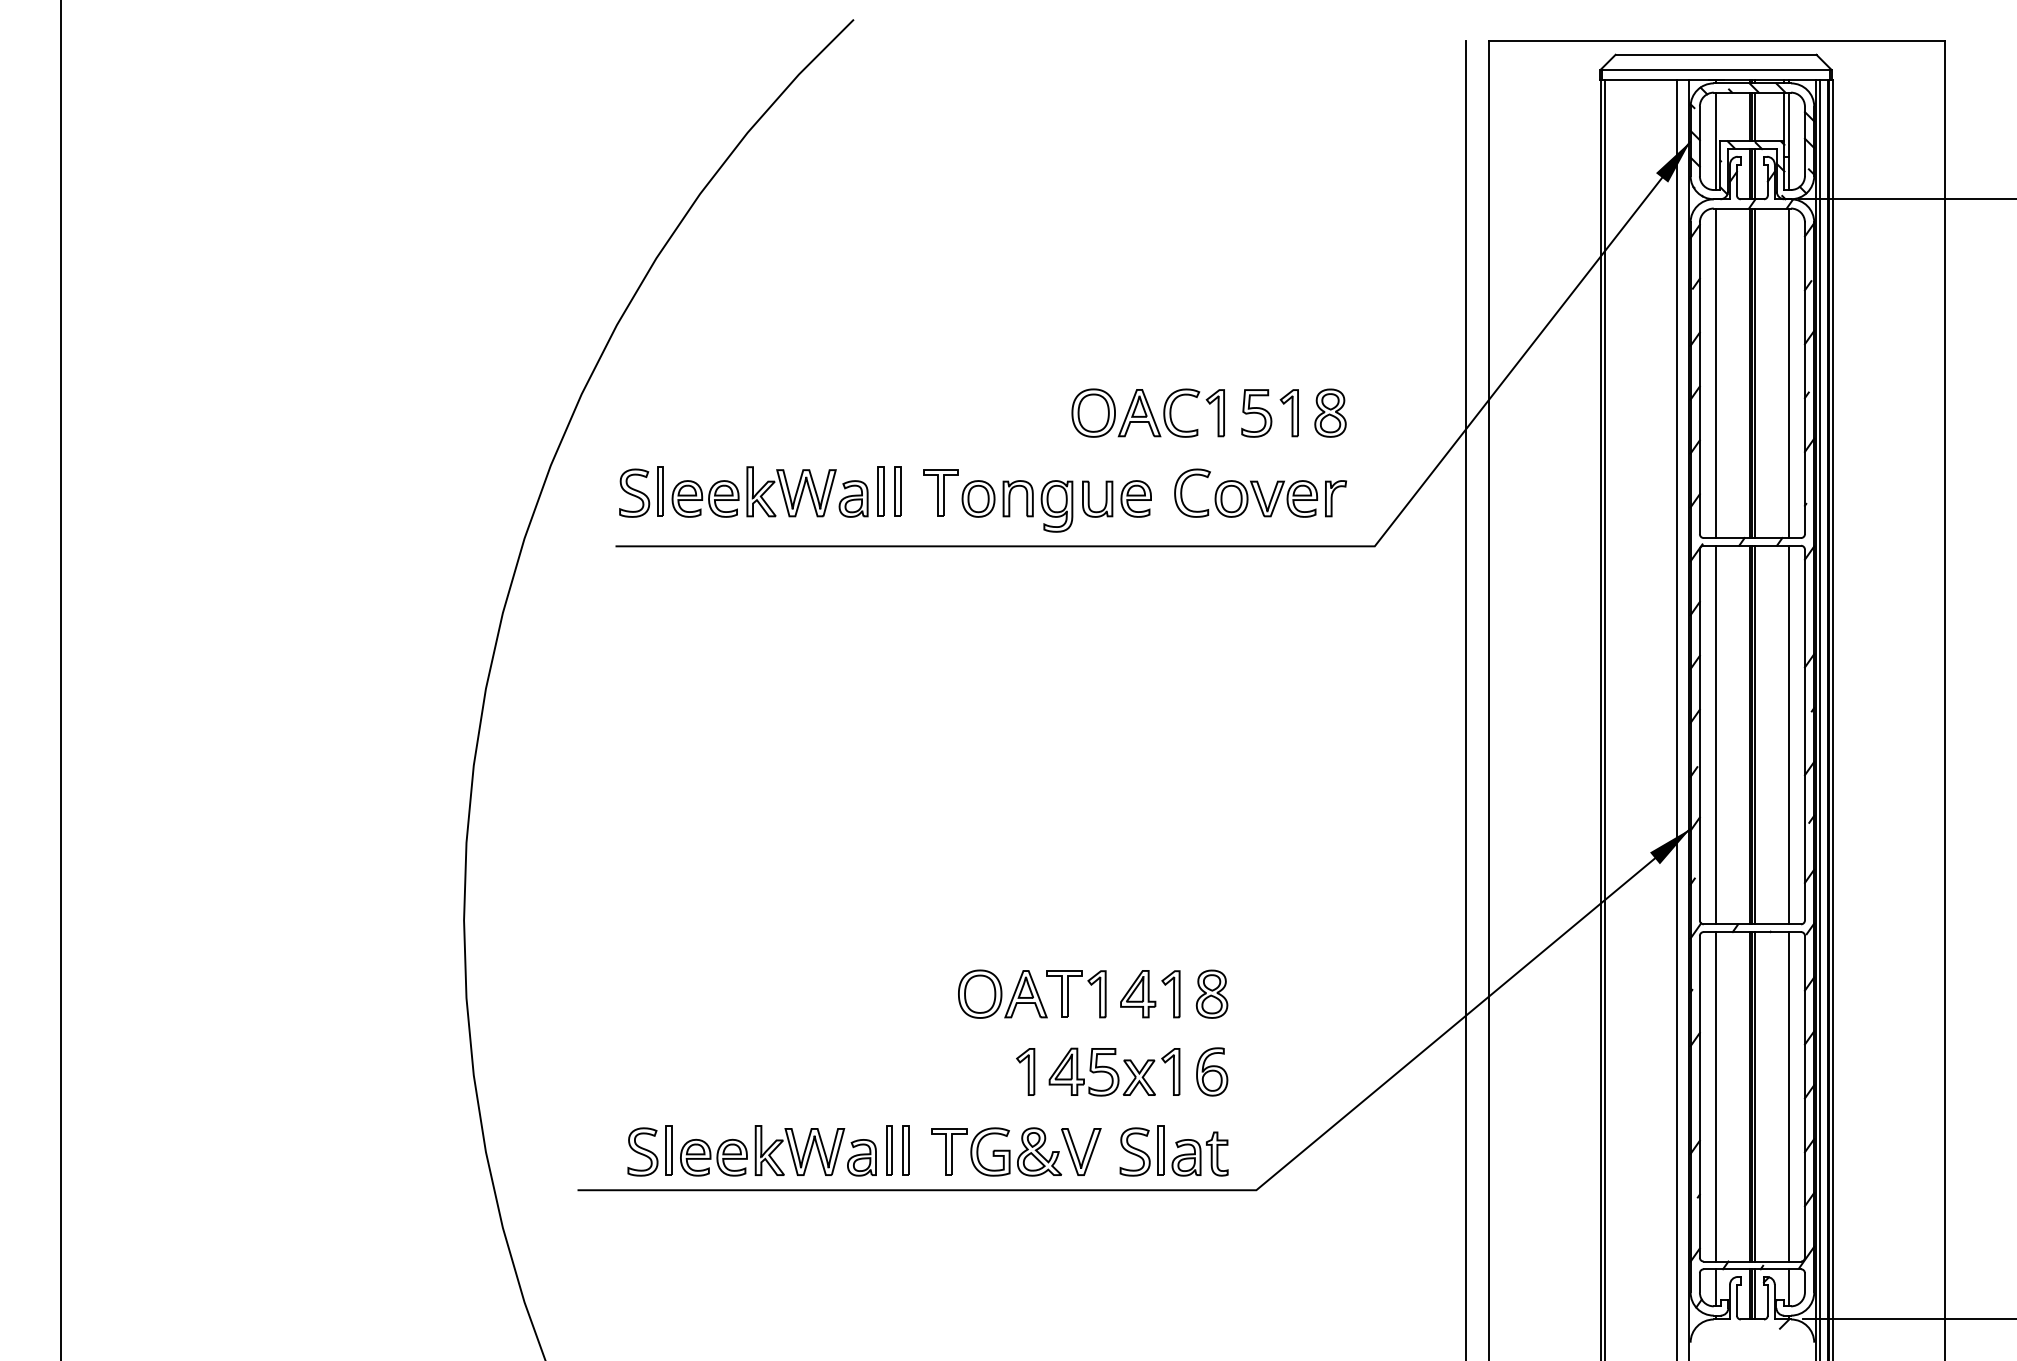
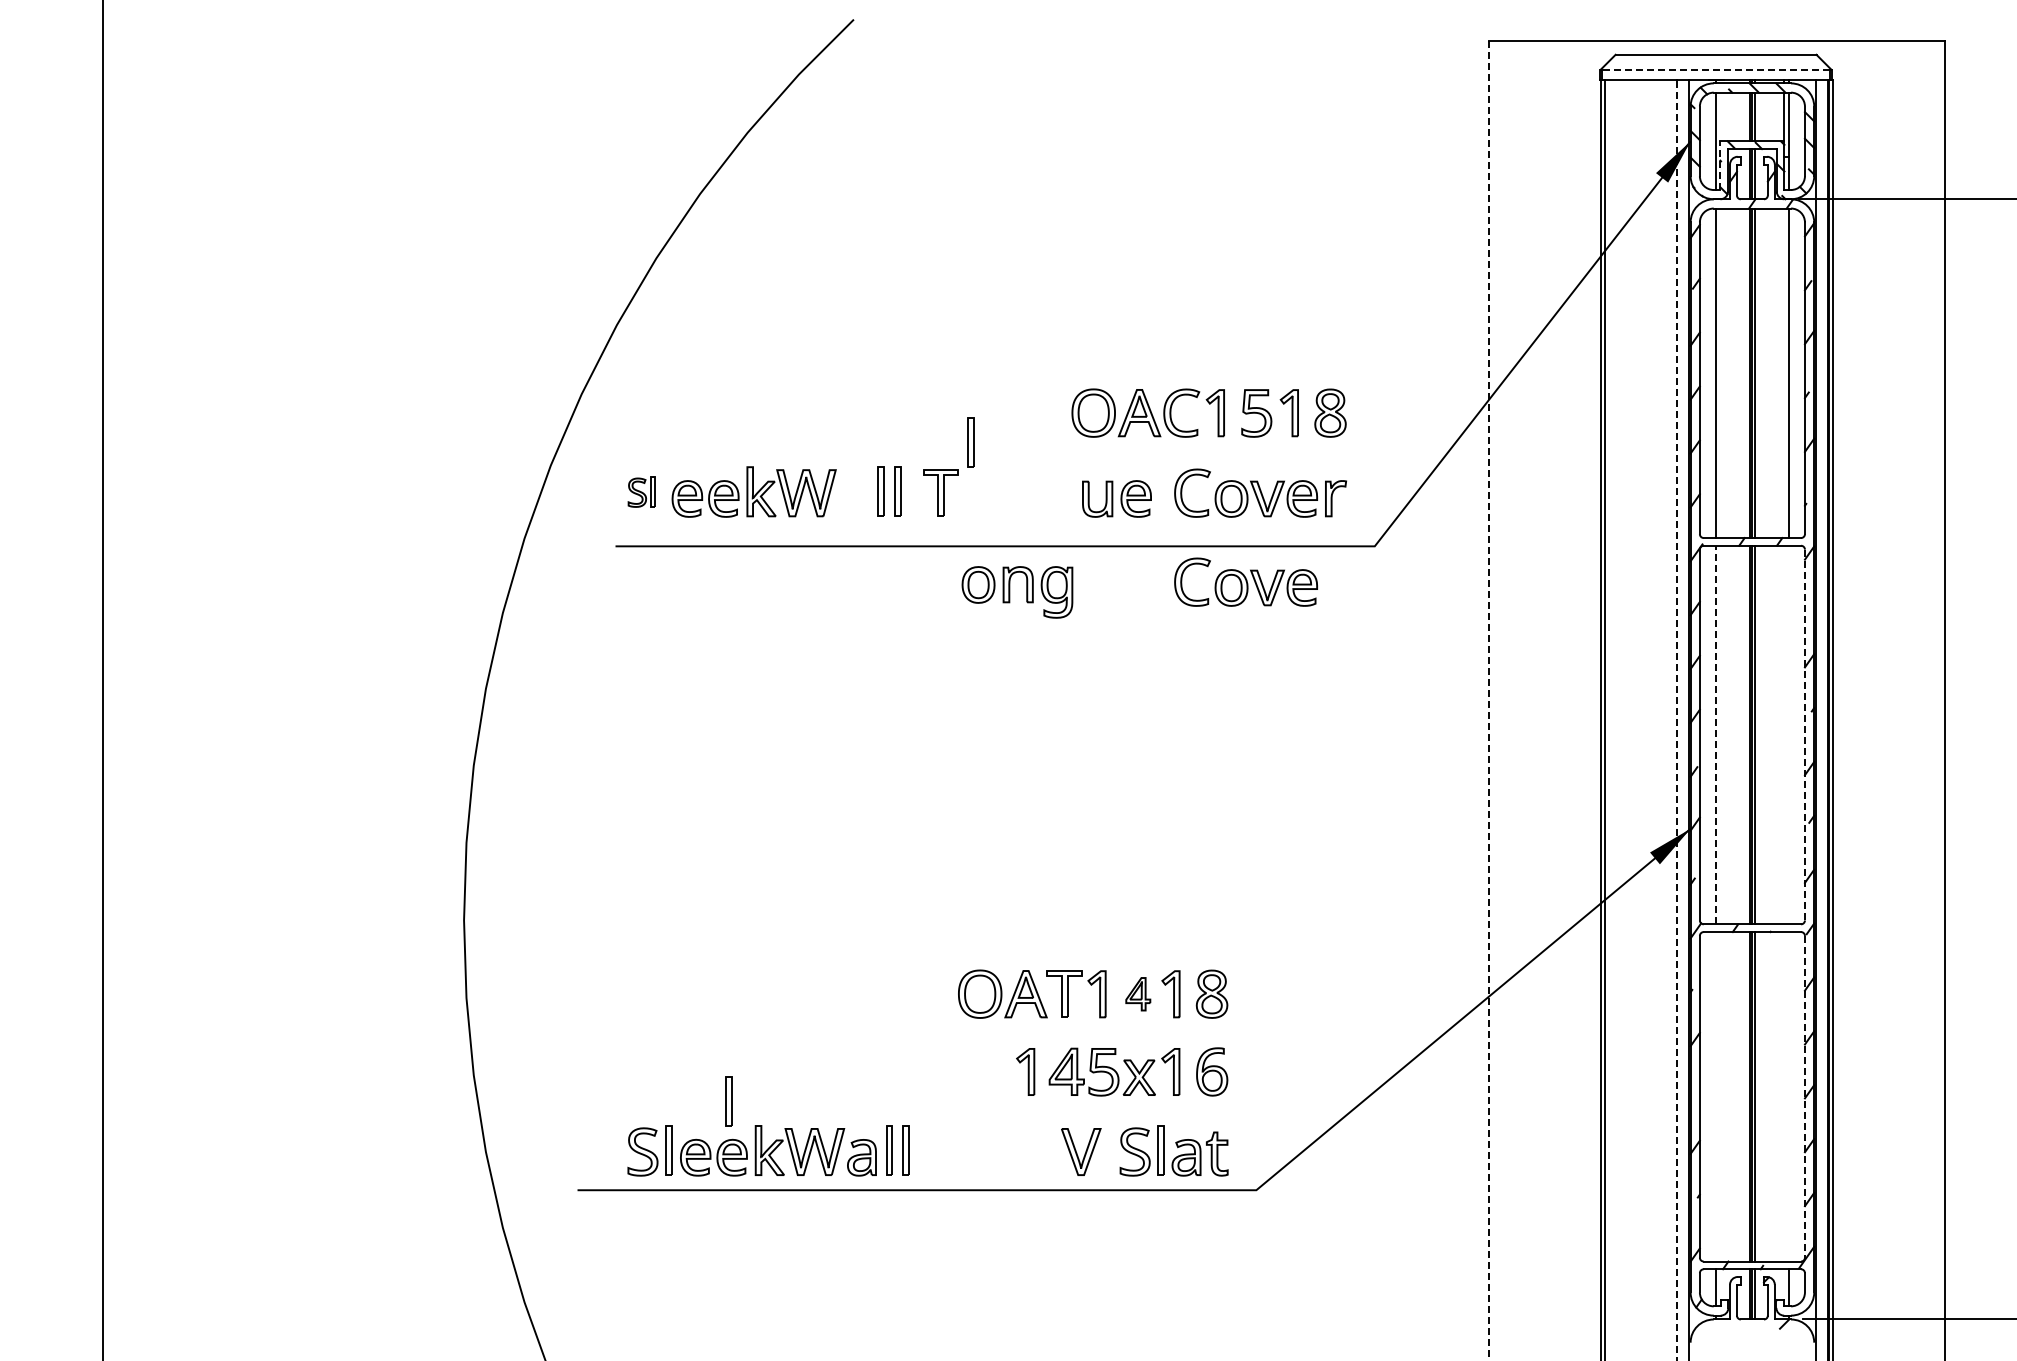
line at (1716, 70): solid -> dashed
line at (1720, 165): solid -> dashed
part at (970, 442): none -> present
part at (641, 491) size: 45x52 px -> 29x32 px
part at (853, 498): present -> none
part at (1010, 506) position: (1010, 506) -> (1010, 592)
part at (1245, 581): none -> present
line at (60, 679) position: (60, 679) -> (102, 679)
line at (1465, 698): present -> none
line at (1489, 700): solid -> dashed
line at (1819, 718): present -> none
line at (1677, 720): solid -> dashed
line at (1715, 734): solid -> dashed
line at (1788, 734): present -> none
line at (1804, 735): solid -> dashed
part at (1138, 994) size: 37x49 px -> 27x35 px
line at (1715, 1096): present -> none
line at (1788, 1096): present -> none
line at (1804, 1096): solid -> dashed
part at (728, 1101): none -> present
part at (996, 1151): present -> none
